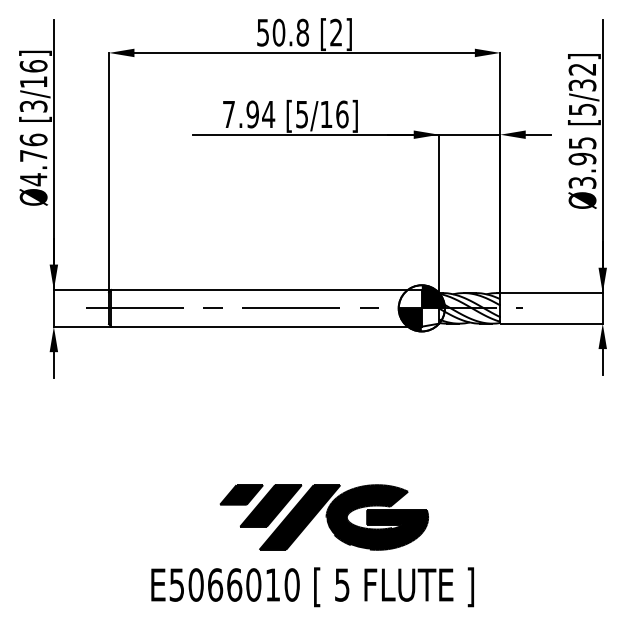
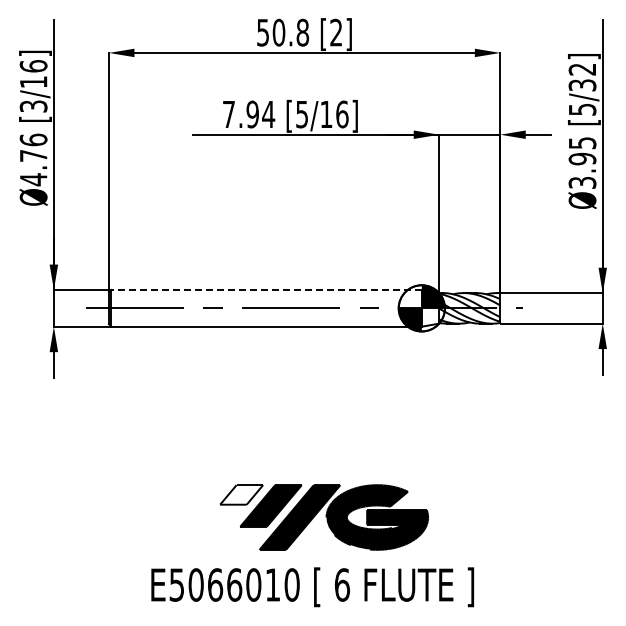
line at (266, 290): solid -> dashed
fill at (241, 494): present -> none
text at (342, 584): 5 -> 6
